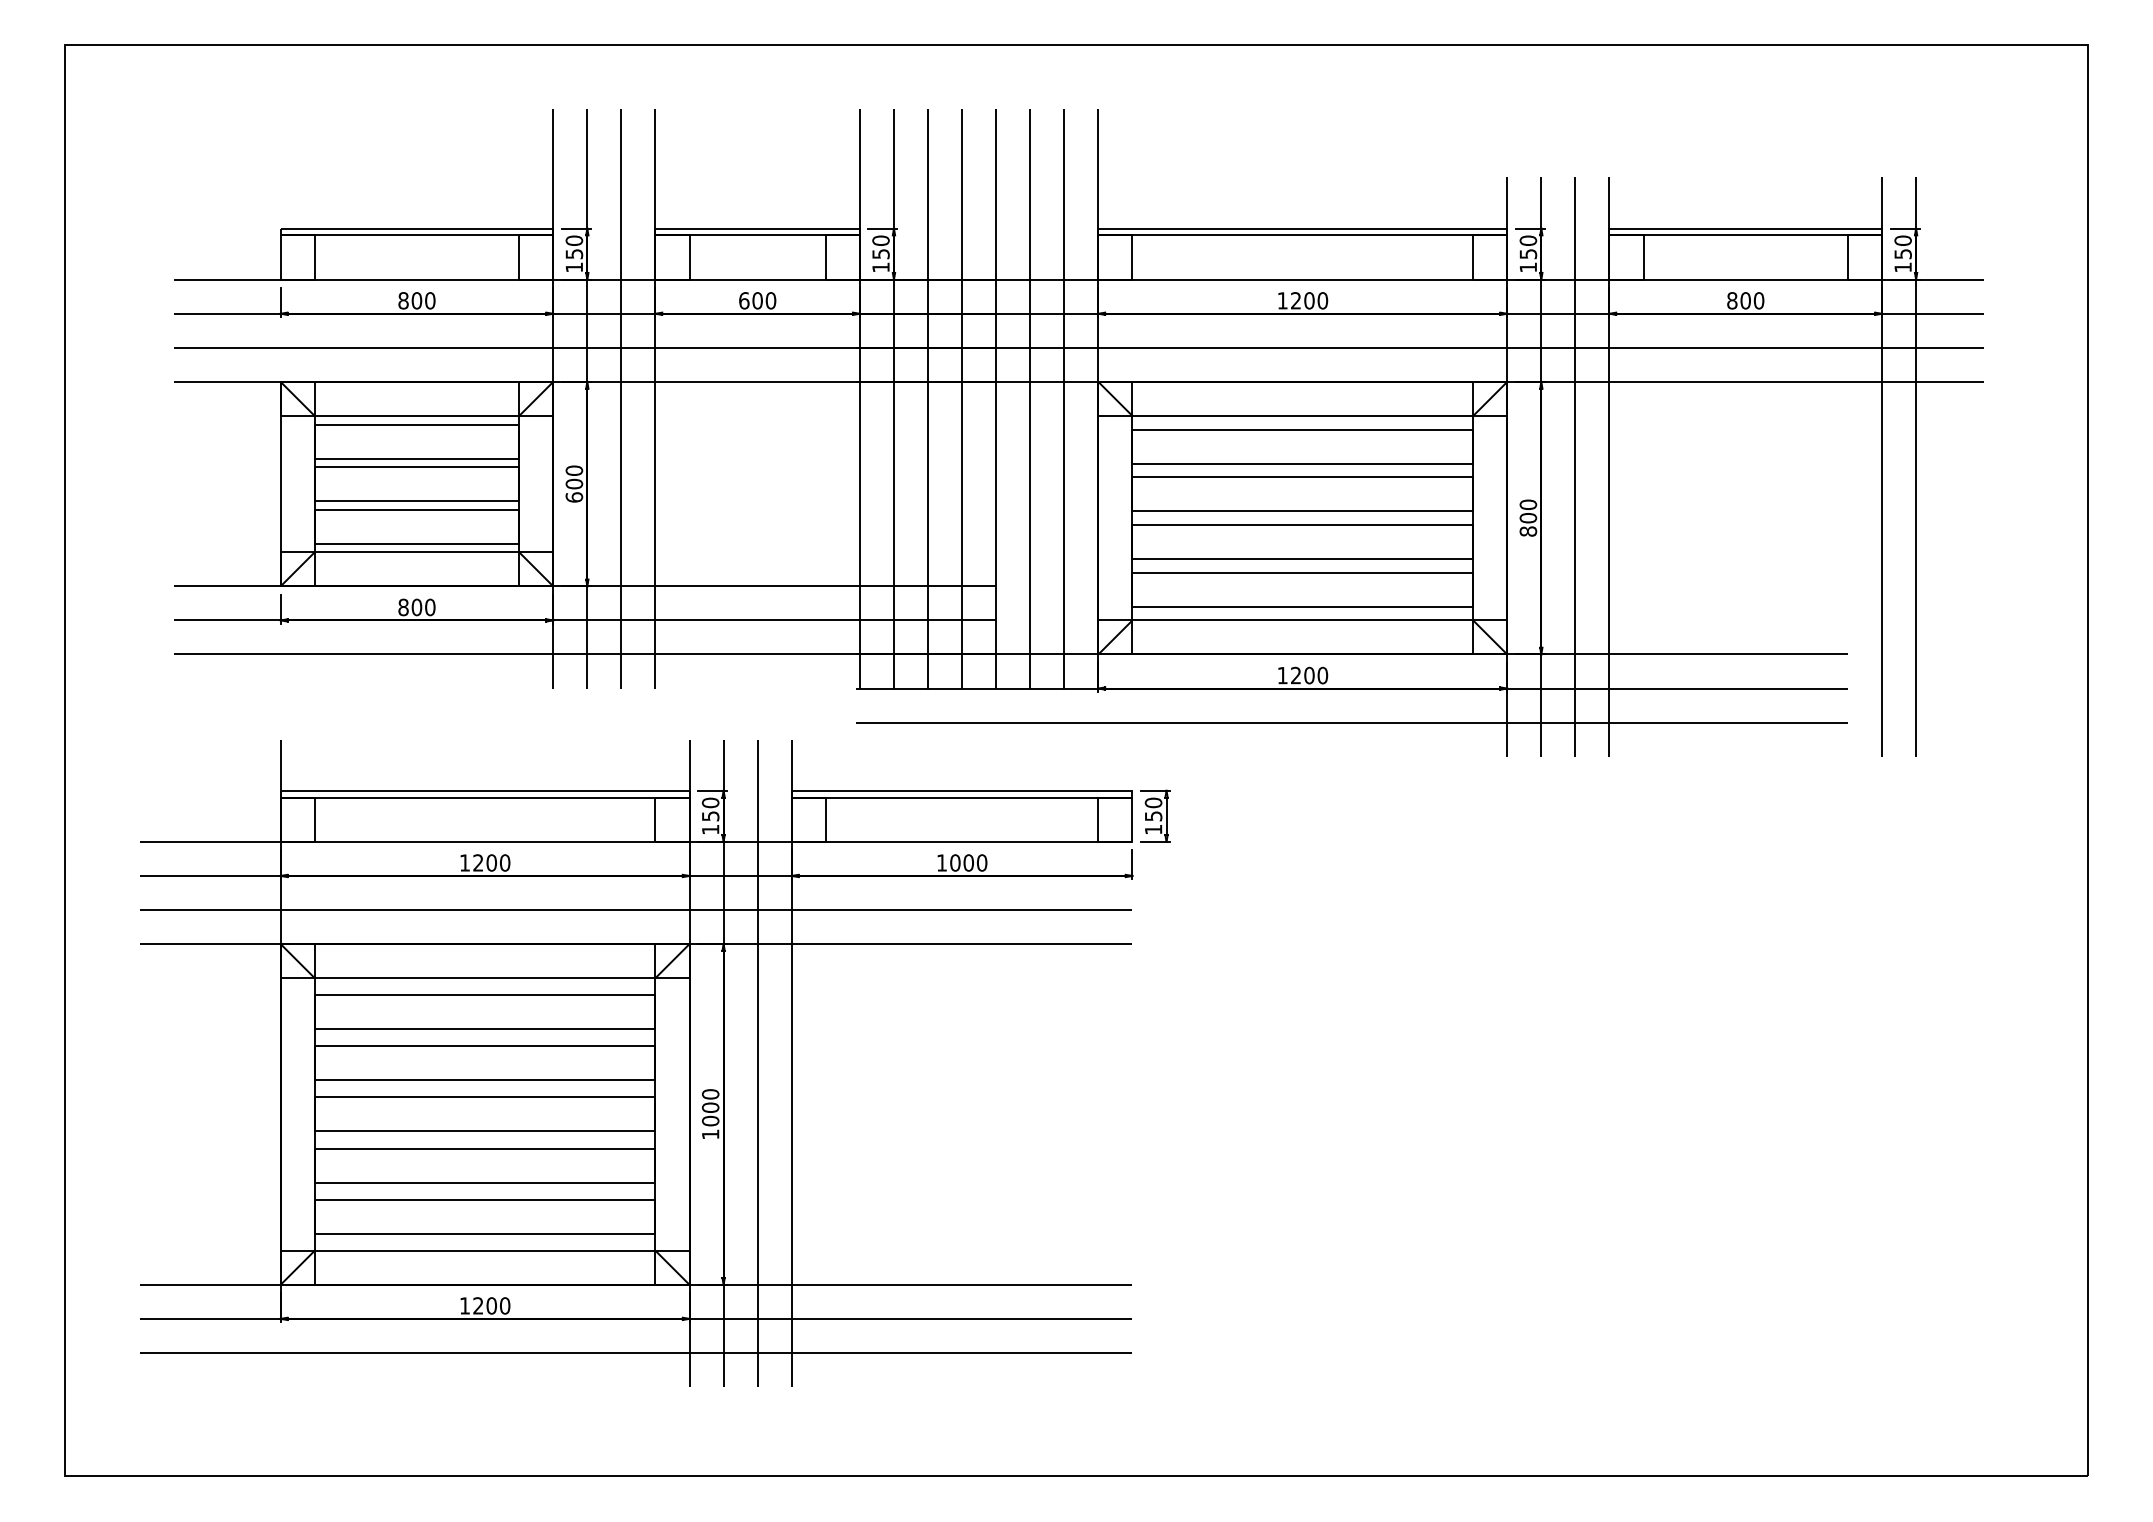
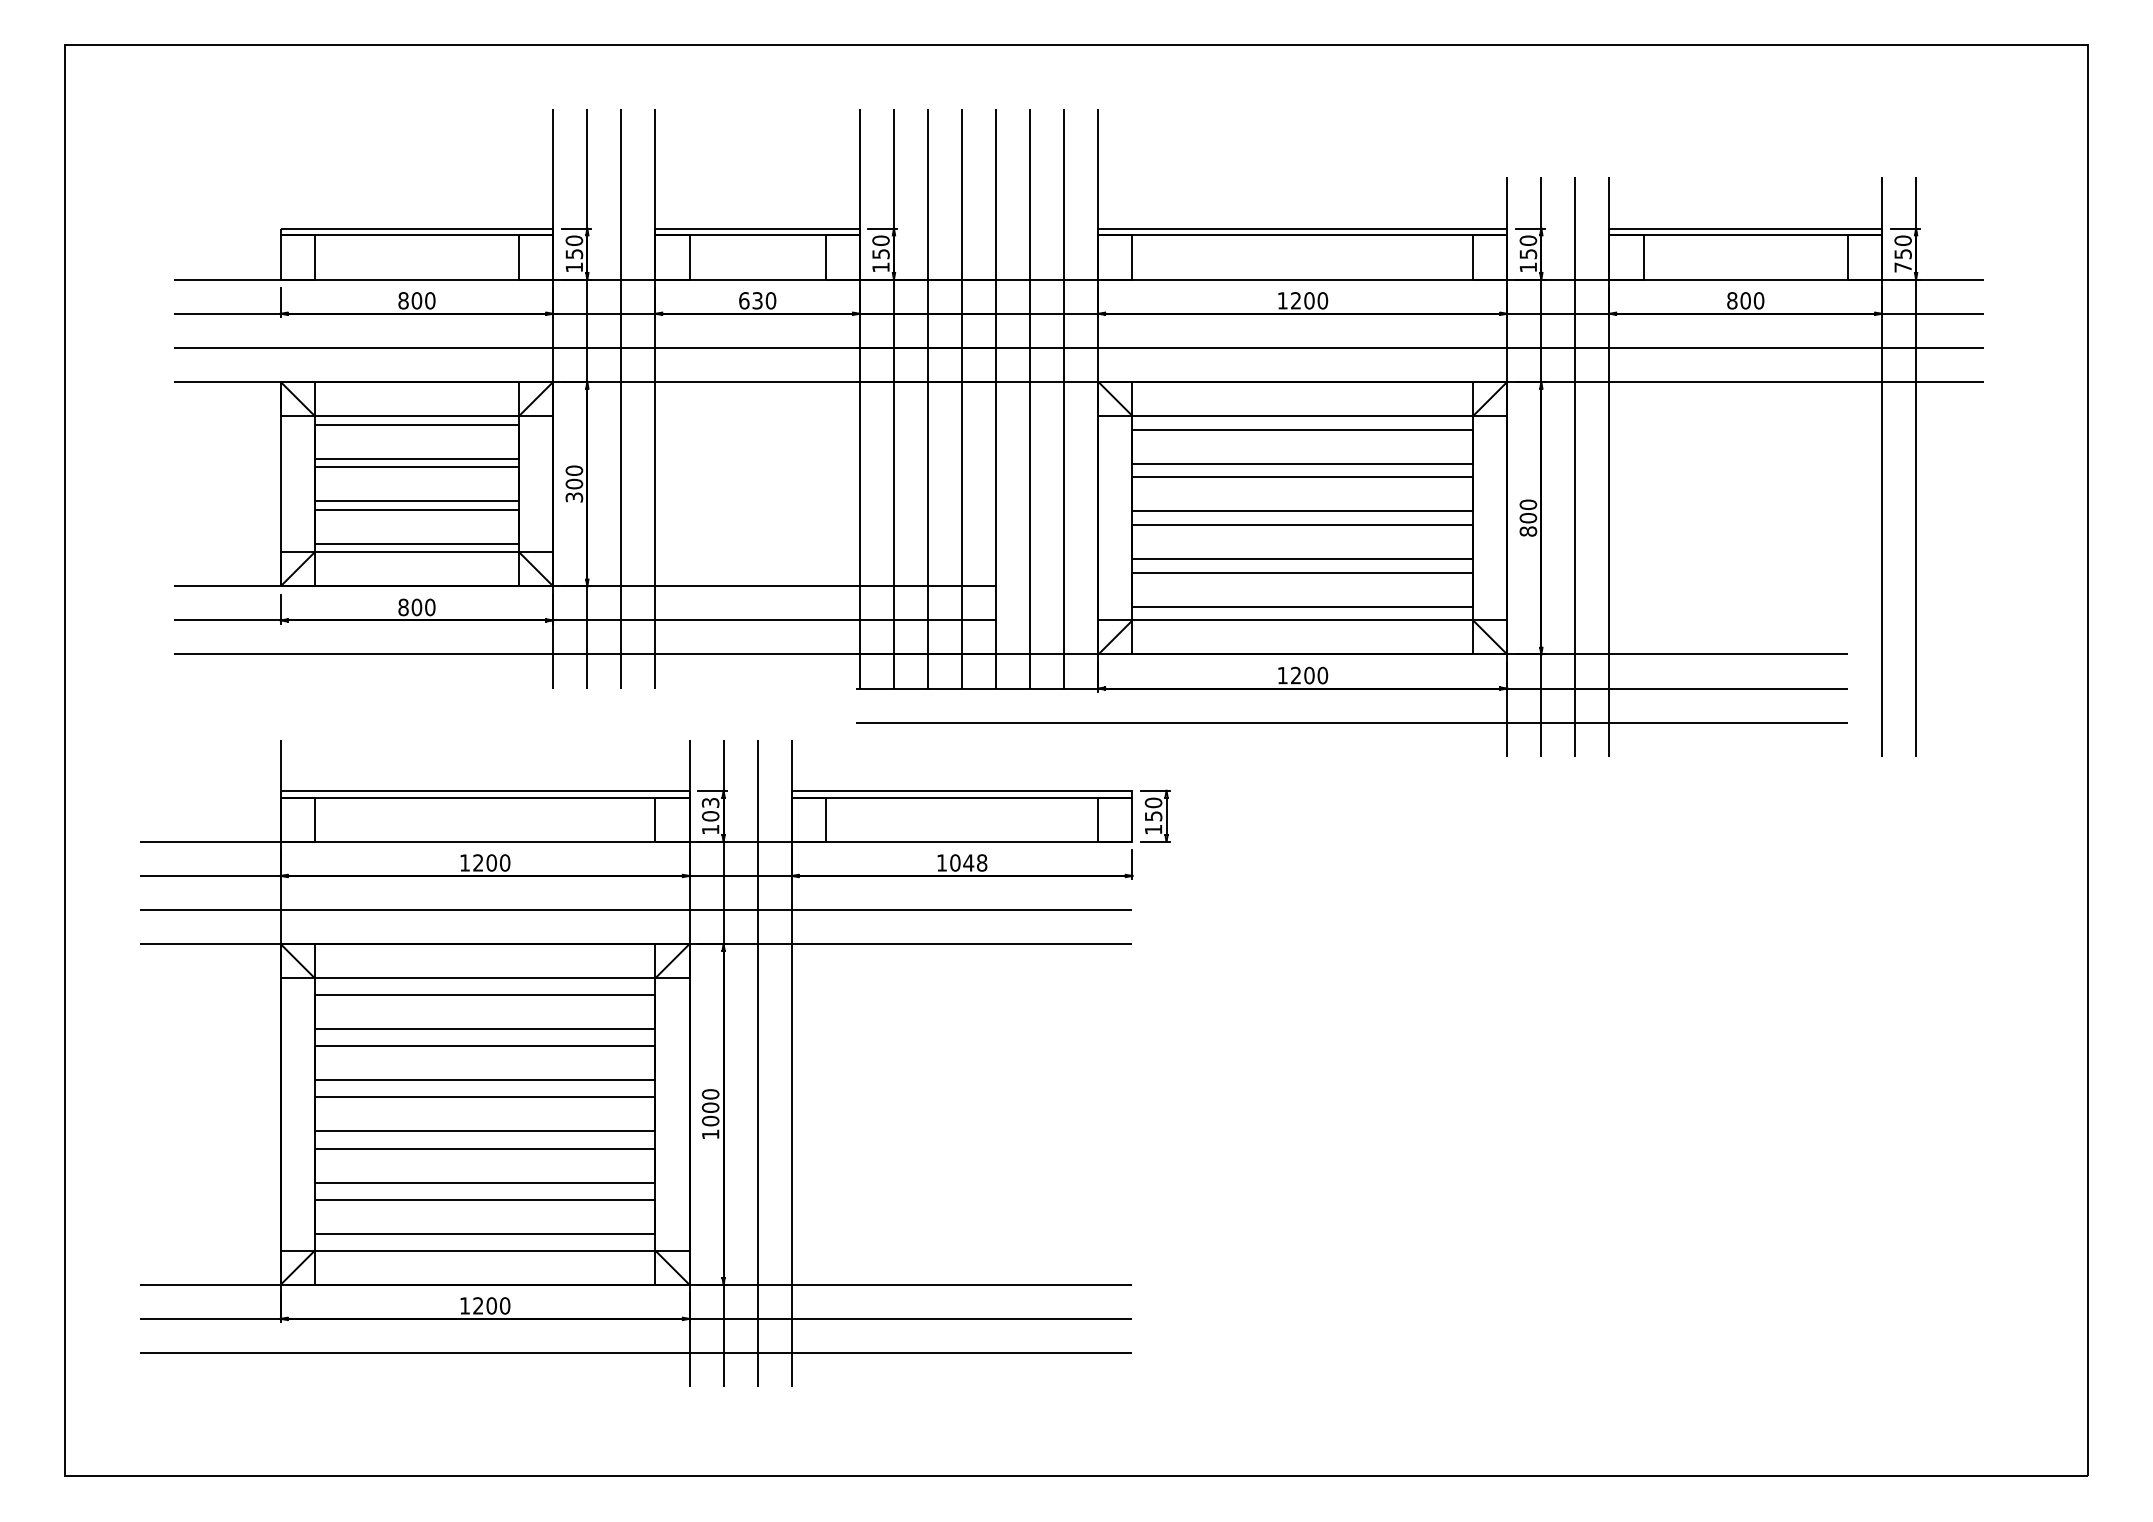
text at (1902, 267): 150 -> 750
text at (757, 300): 600 -> 630
text at (574, 497): 600 -> 300
text at (710, 809): 150 -> 103
text at (975, 862): 1000 -> 1048
